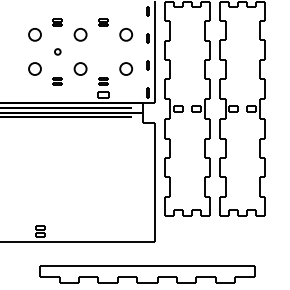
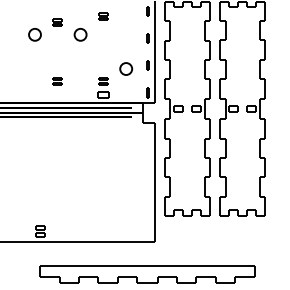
part at (103, 22) position: (103, 22) -> (103, 16)
curve at (129, 31): present -> none
part at (57, 51): present -> none
curve at (33, 64): present -> none
curve at (79, 64): present -> none
